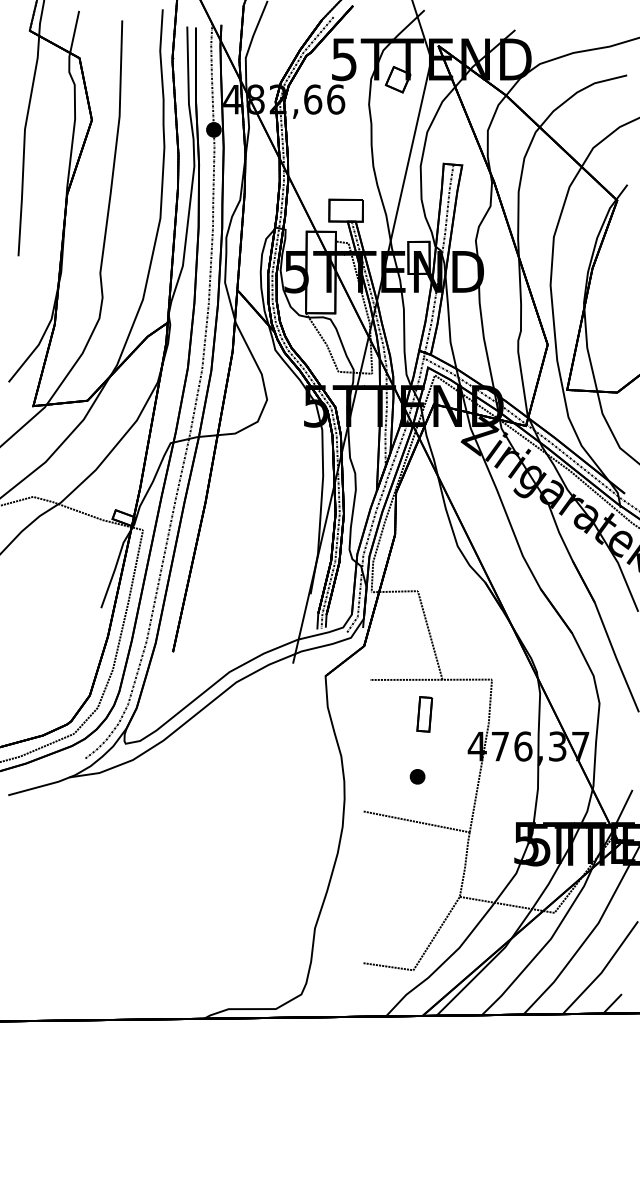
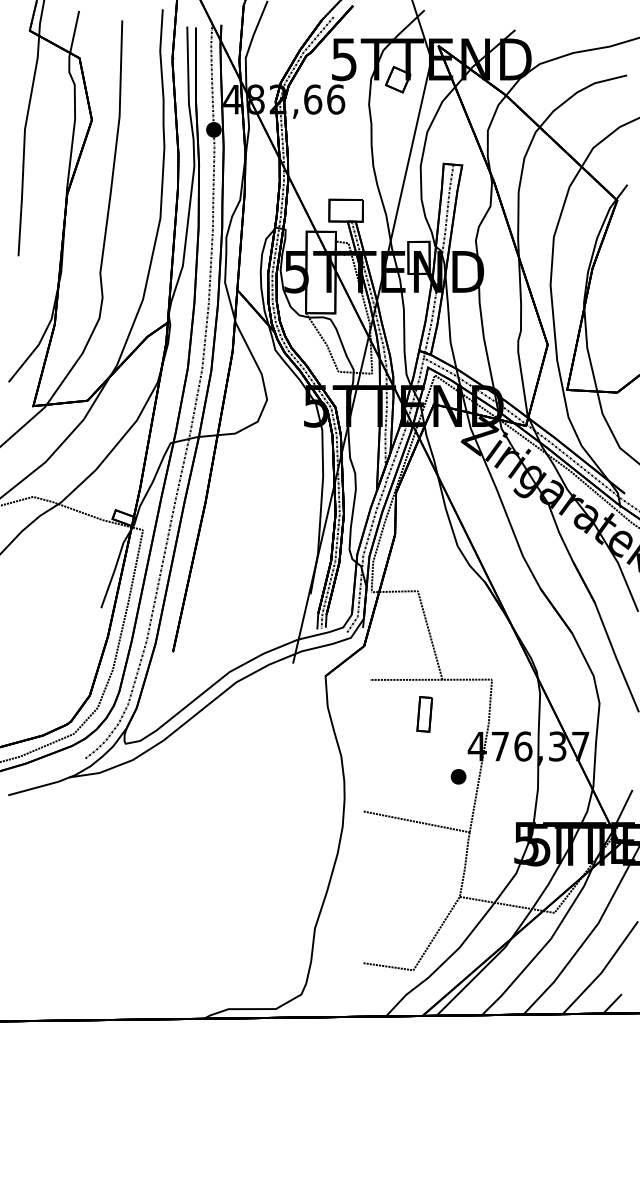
part at (417, 776) position: (417, 776) -> (458, 776)
